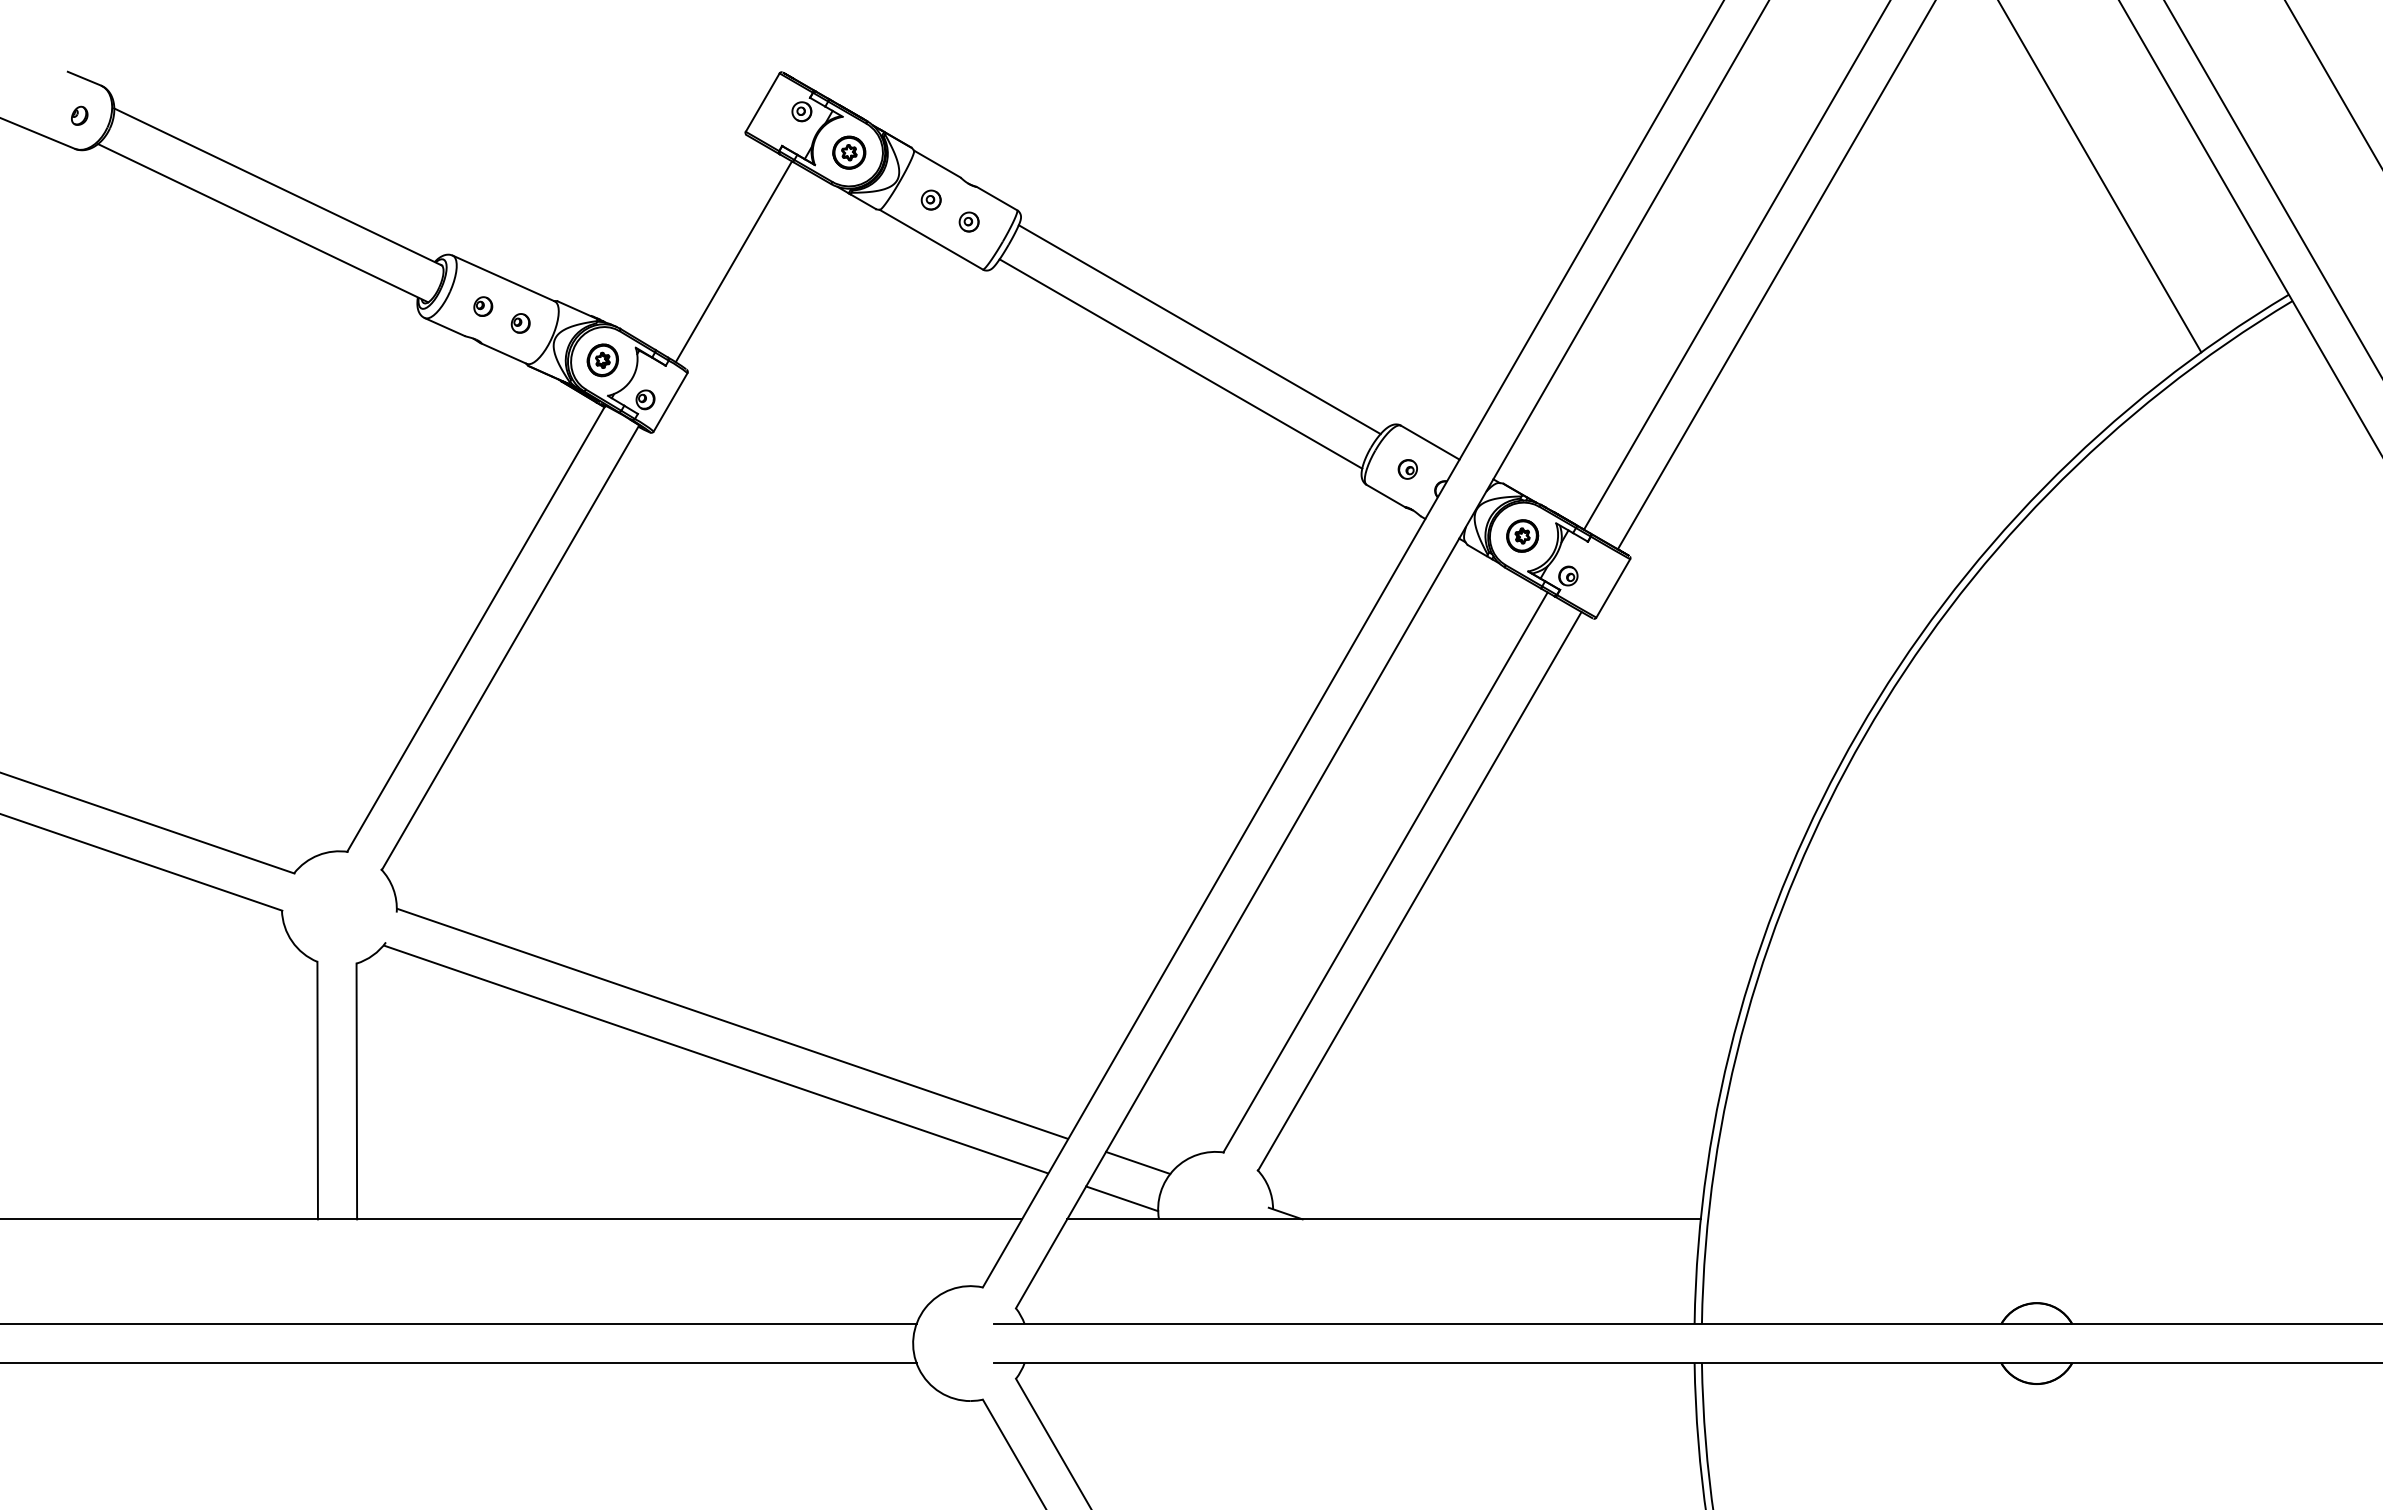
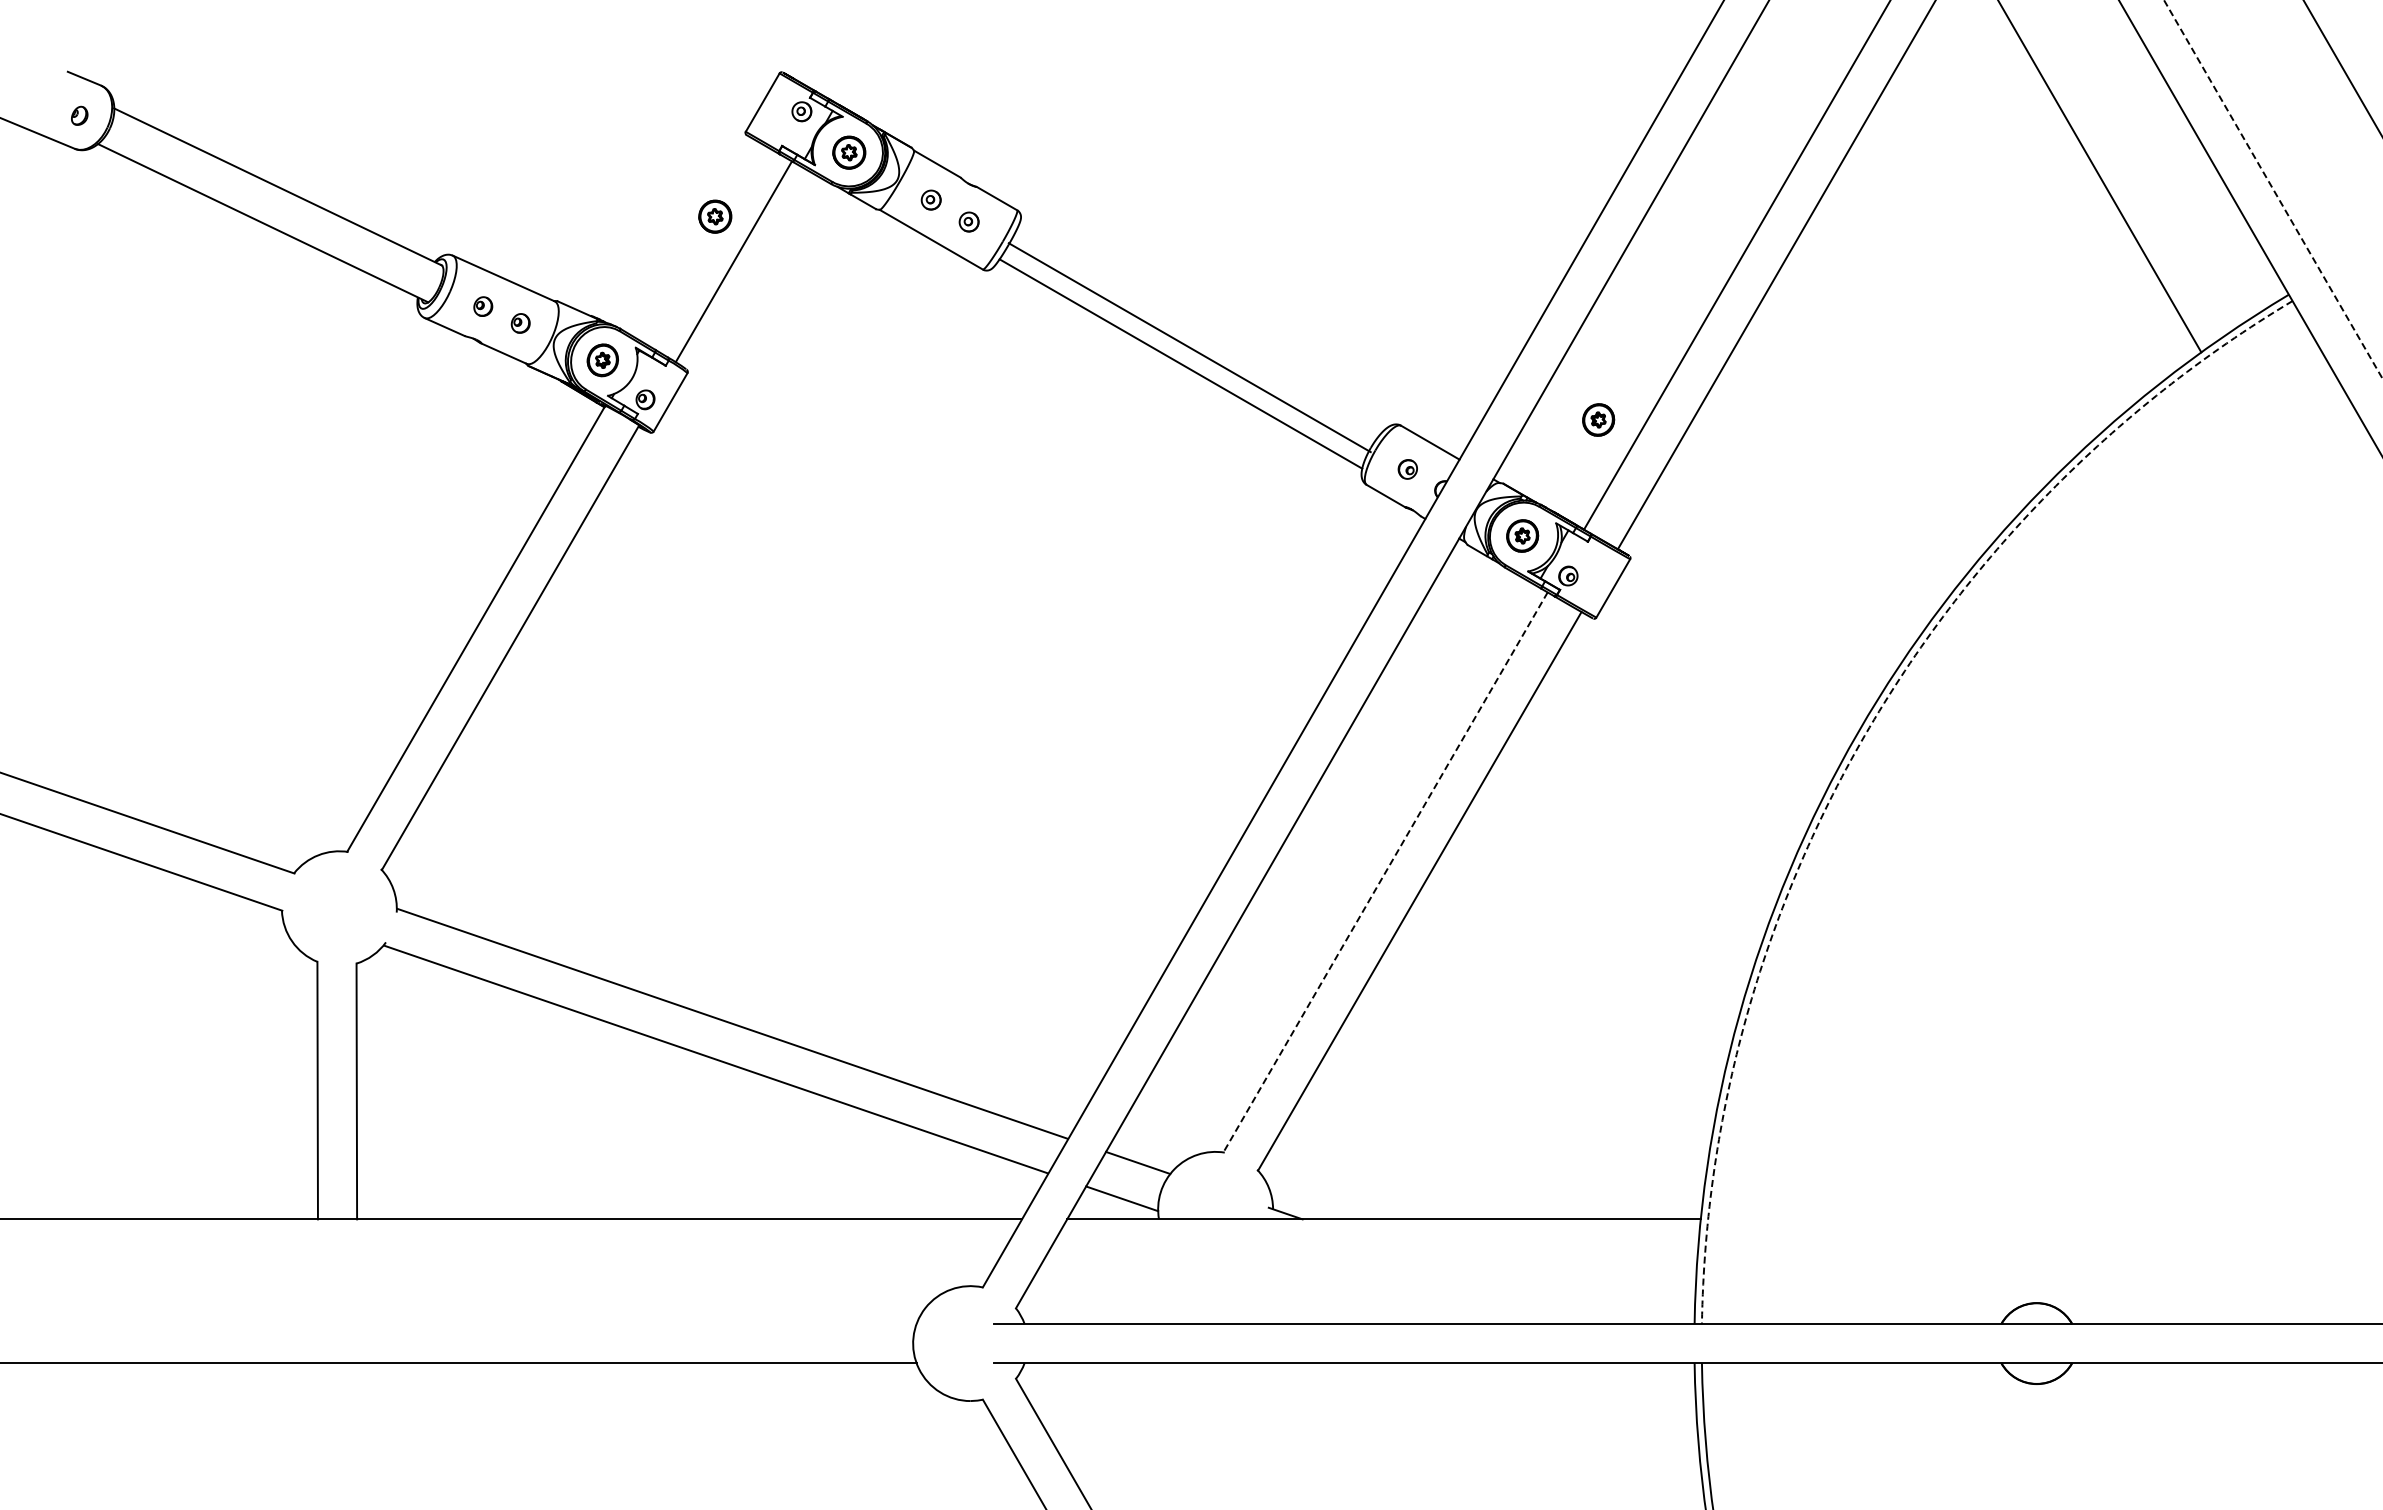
line at (2332, 83) position: (2332, 83) -> (2341, 67)
line at (2273, 189): solid -> dashed
part at (715, 216): none -> present
line at (1199, 329) position: (1199, 329) -> (1189, 347)
part at (1598, 419): none -> present
arc at (1864, 735): solid -> dashed
line at (1385, 872): solid -> dashed
line at (459, 1324): present -> none
